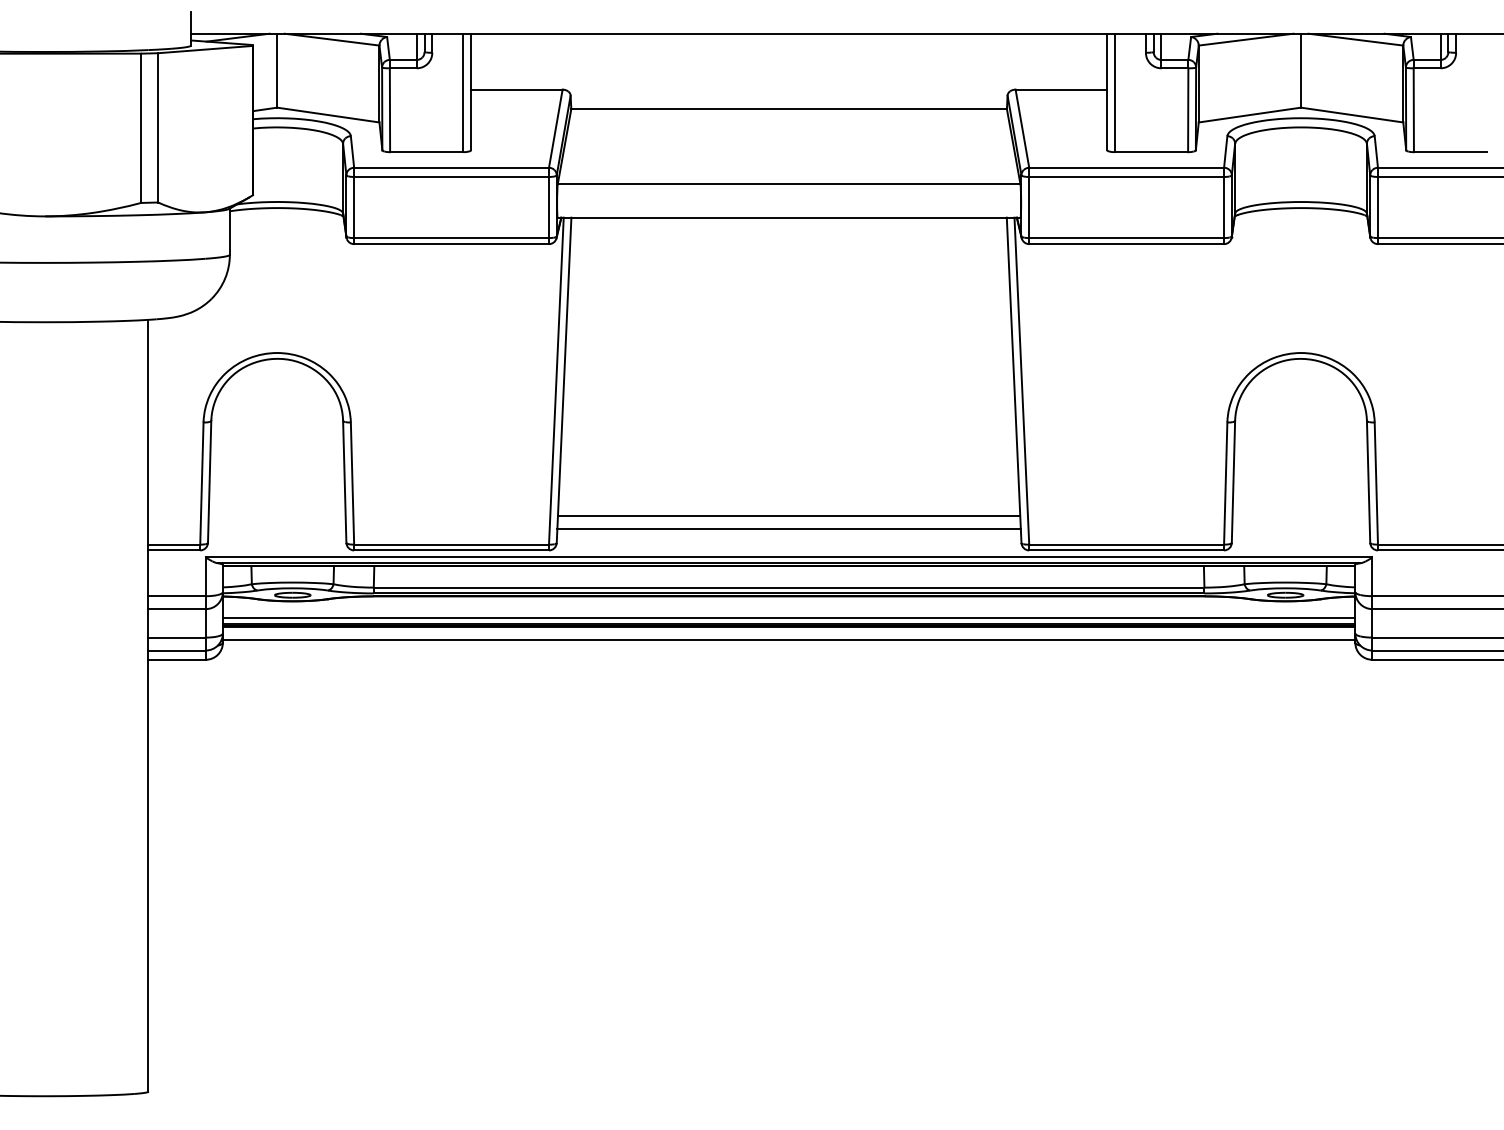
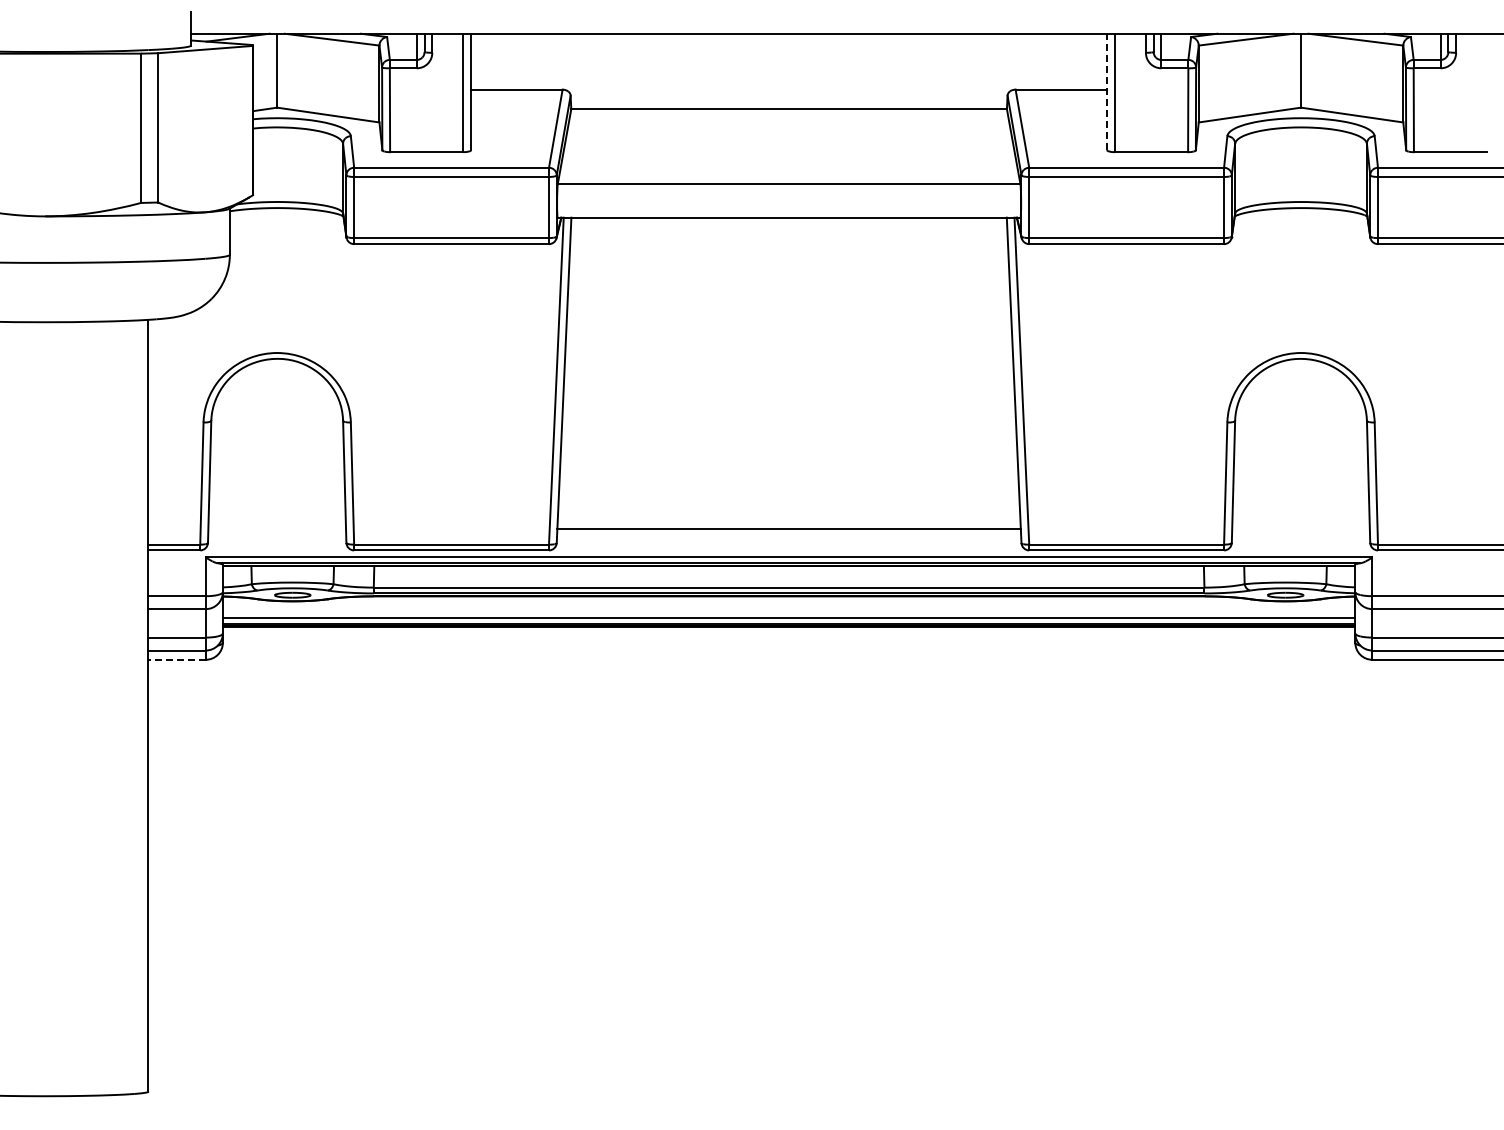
line at (1107, 91): solid -> dashed
line at (788, 516): present -> none
line at (788, 640): present -> none
line at (177, 659): solid -> dashed
